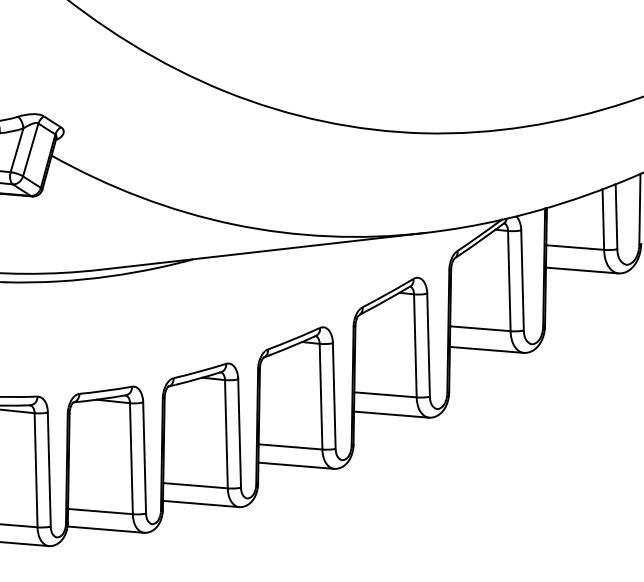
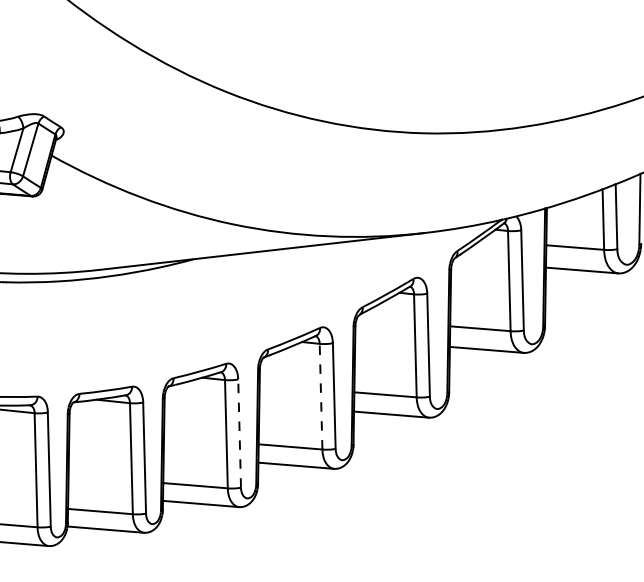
line at (321, 396): solid -> dashed
line at (239, 433): solid -> dashed
